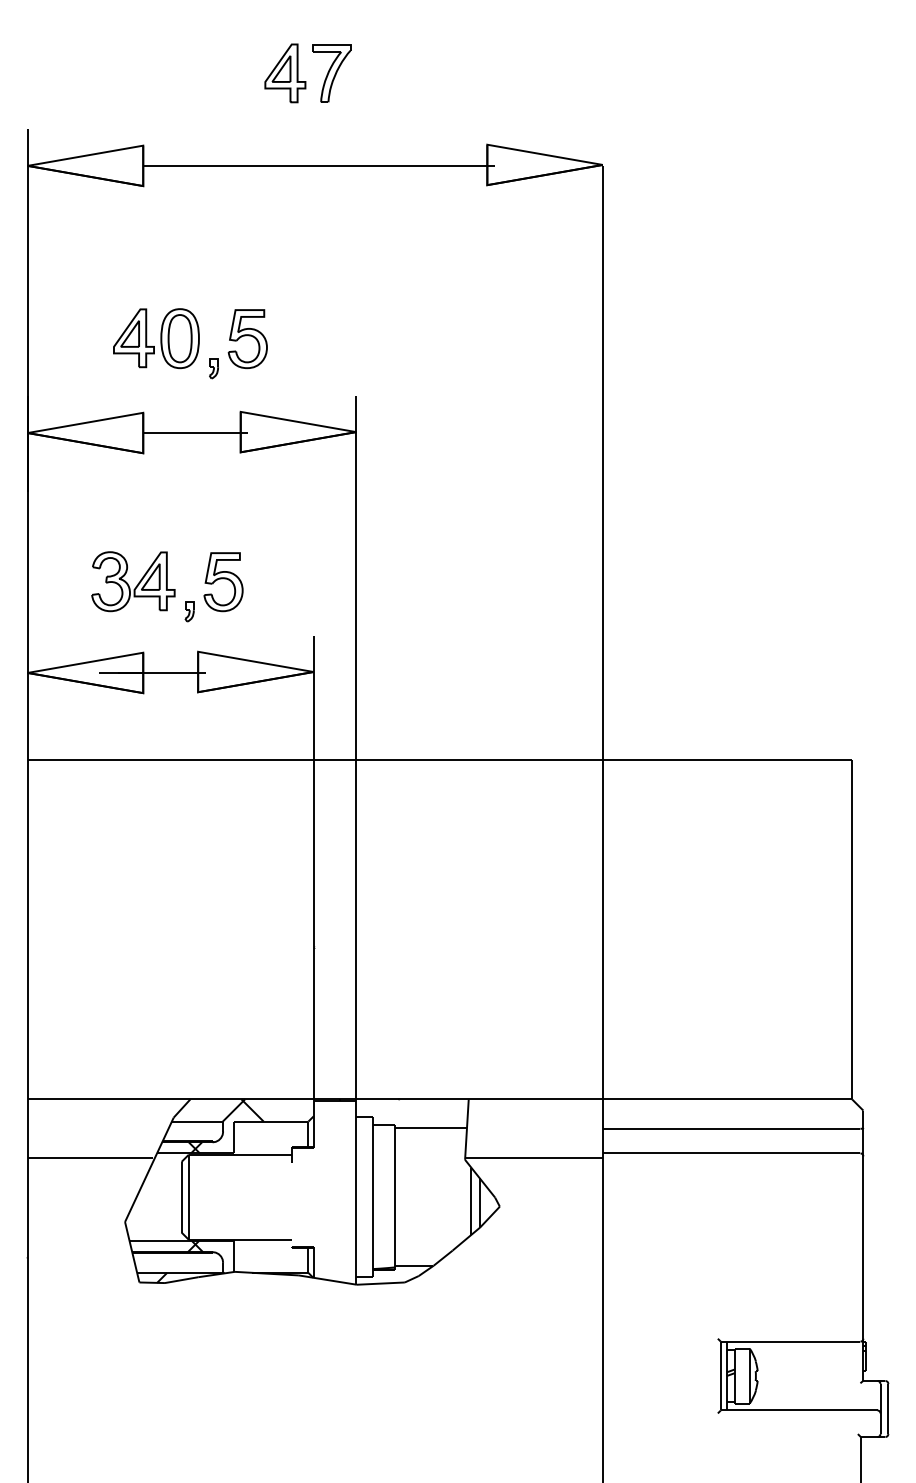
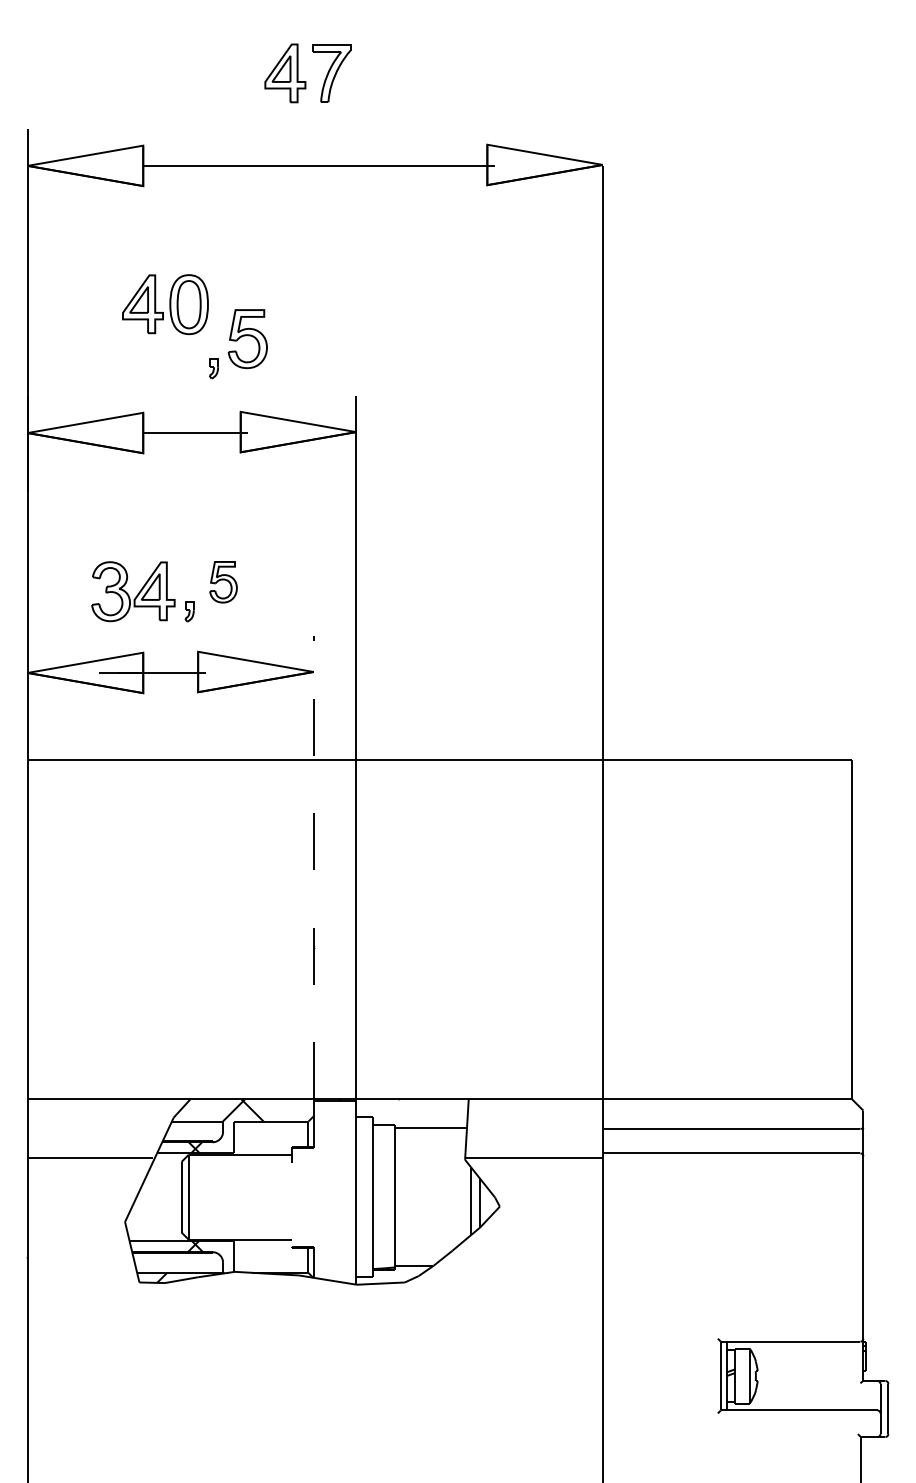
part at (156, 338) position: (156, 338) -> (165, 304)
part at (133, 581) position: (133, 581) -> (133, 591)
part at (223, 582) size: 41x61 px -> 29x43 px
line at (313, 867): solid -> dashed
